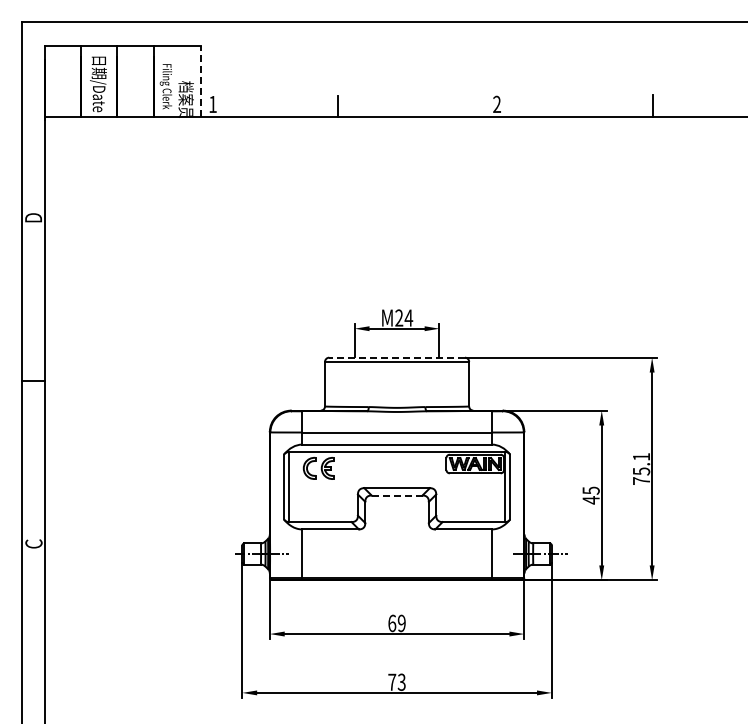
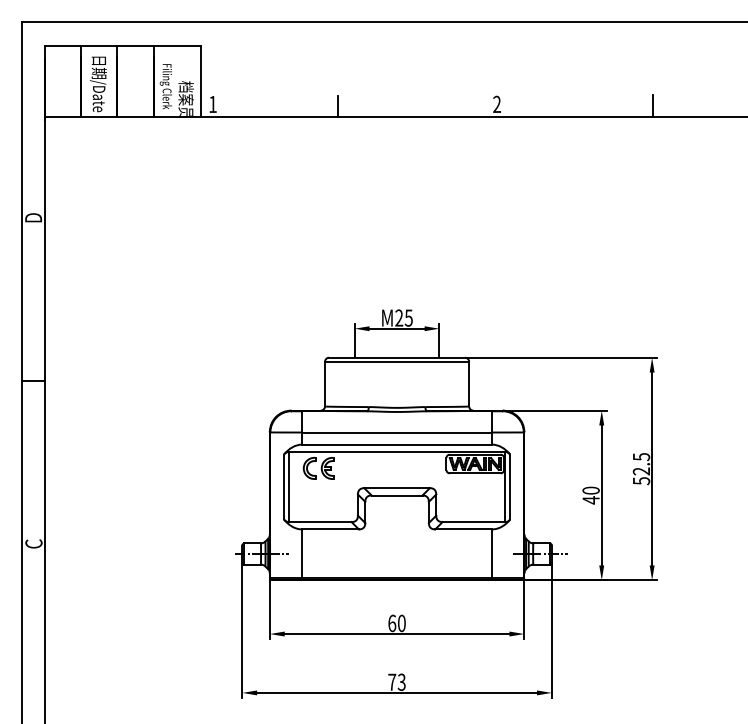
line at (201, 81): dashed -> solid
text at (408, 317): M24 -> M25
line at (397, 357): dashed -> solid
text at (641, 469): 75.1 -> 52.5
text at (590, 490): 45 -> 40
line at (397, 495): dashed -> solid
text at (401, 623): 69 -> 60
